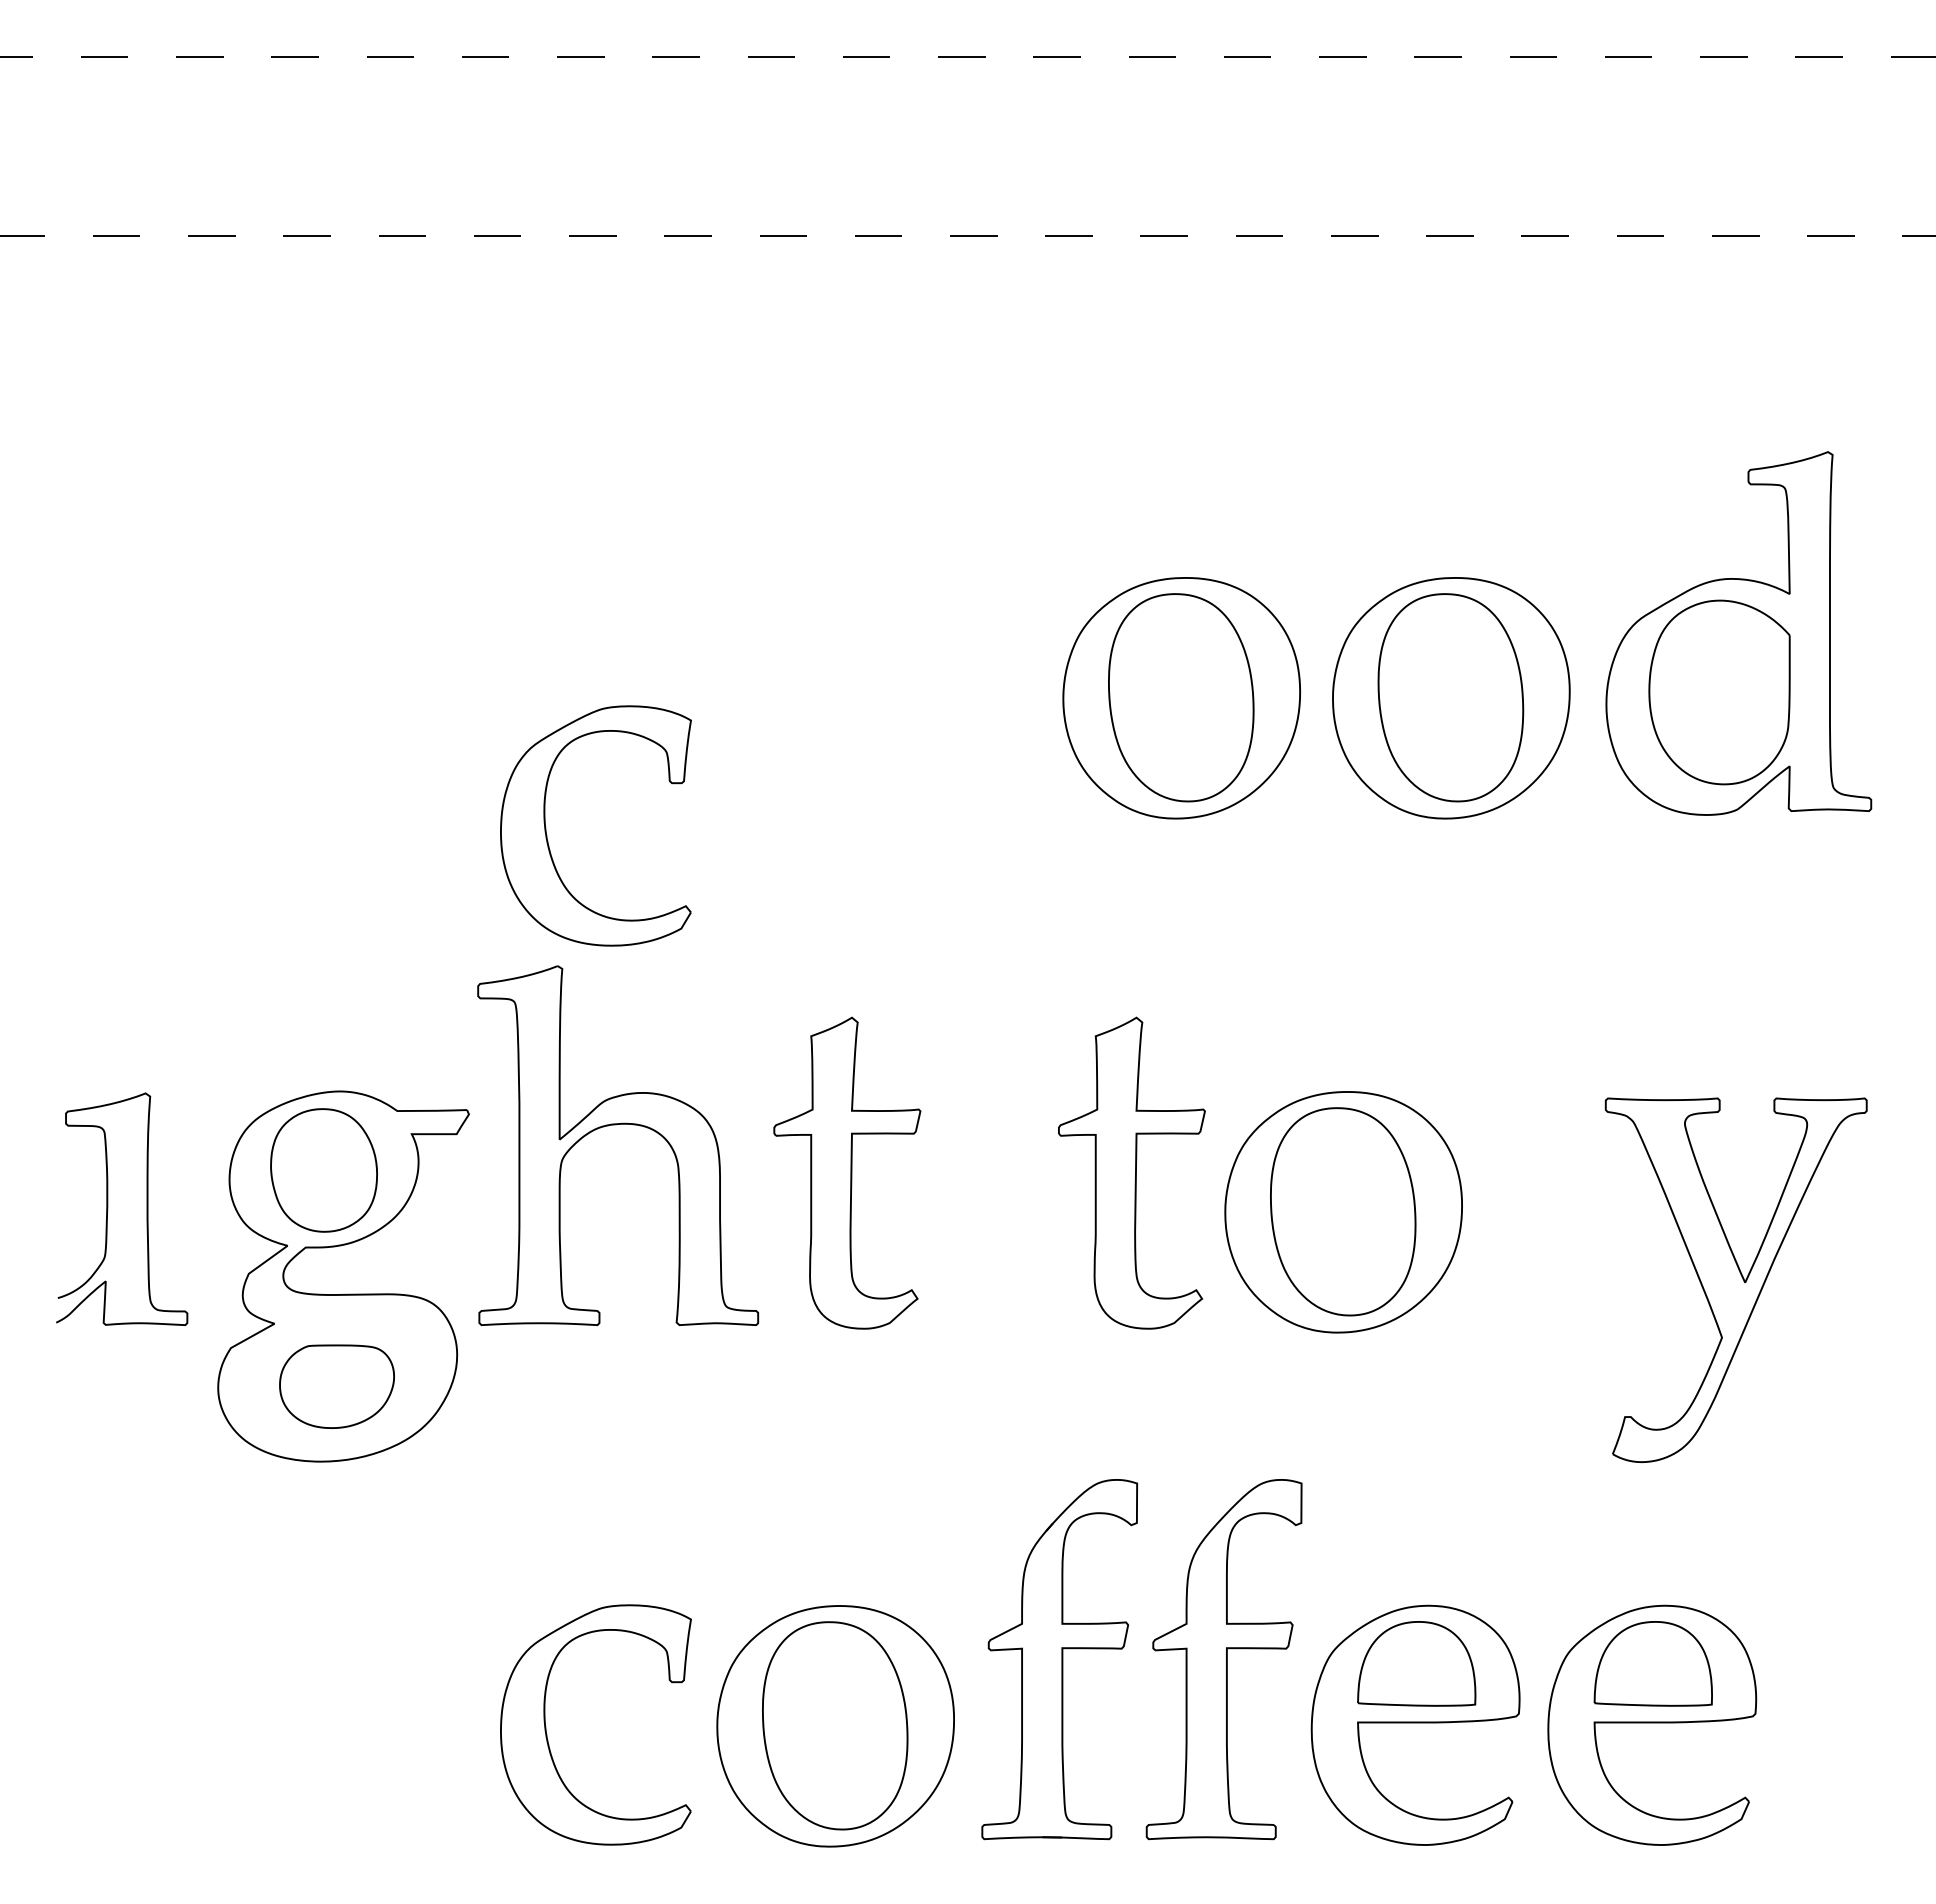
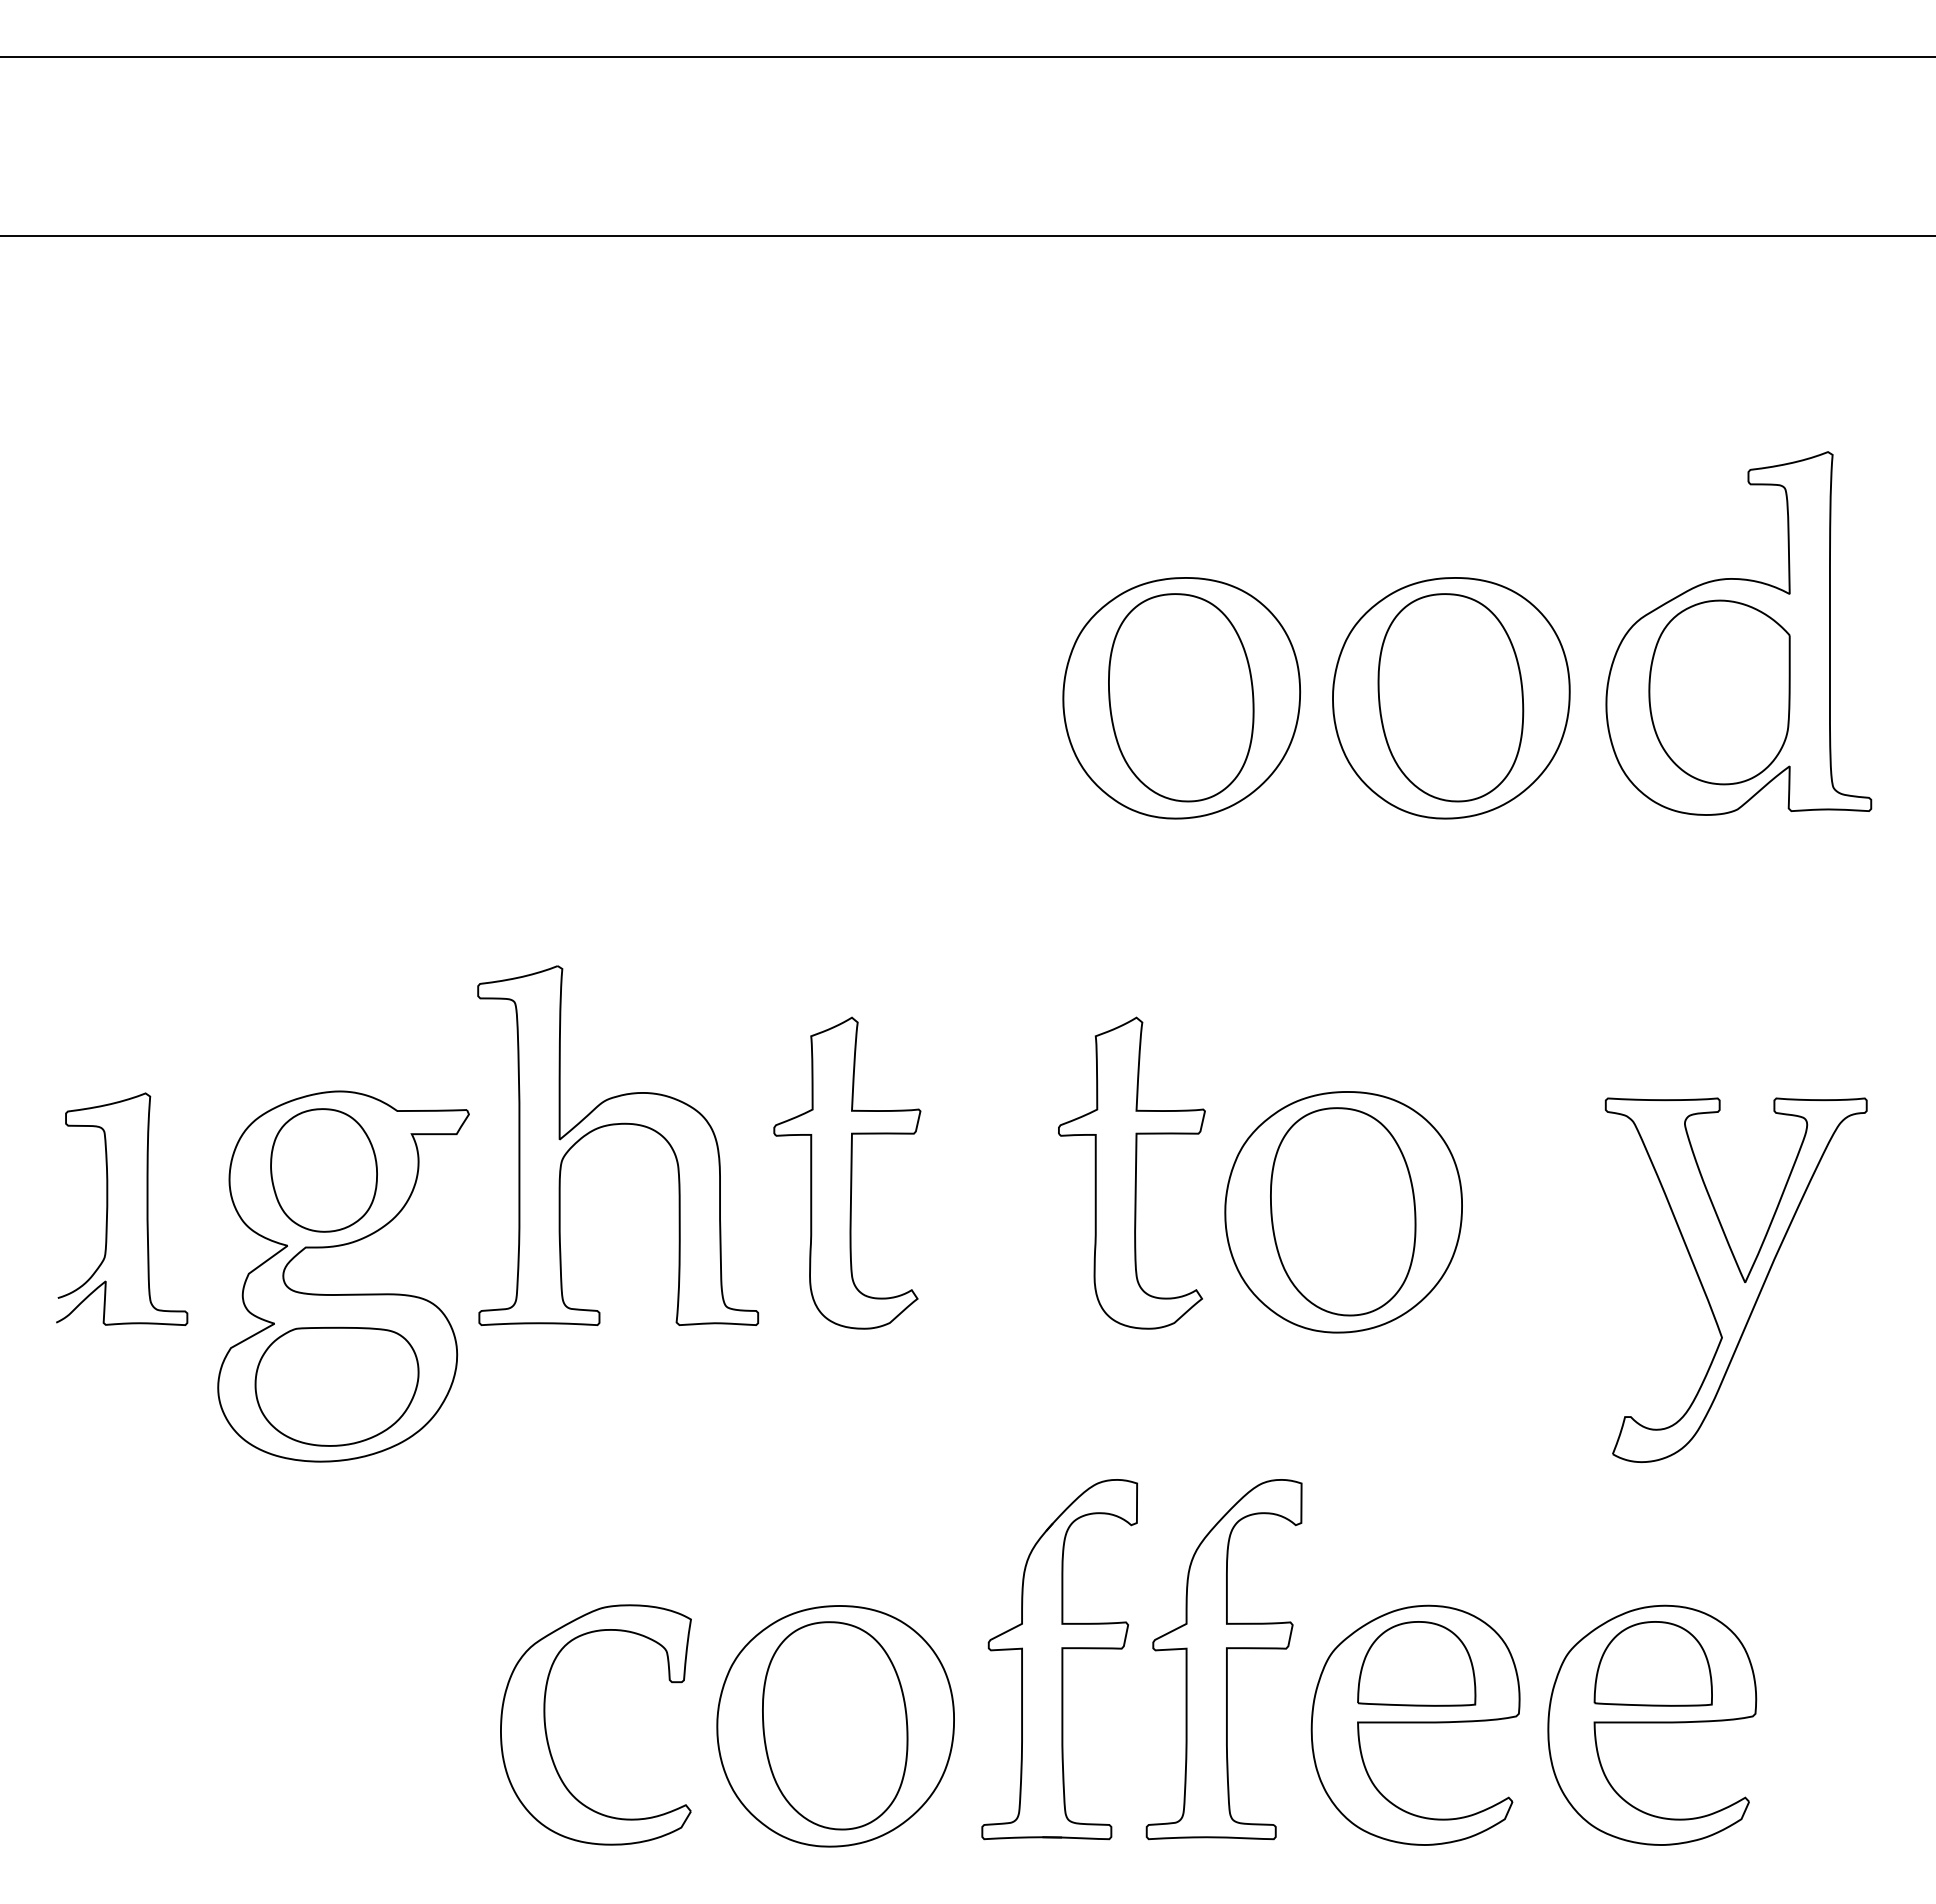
line at (967, 57): dashed -> solid
line at (967, 235): dashed -> solid
part at (547, 835): present -> none
part at (336, 1386) size: 116x85 px -> 166x121 px
